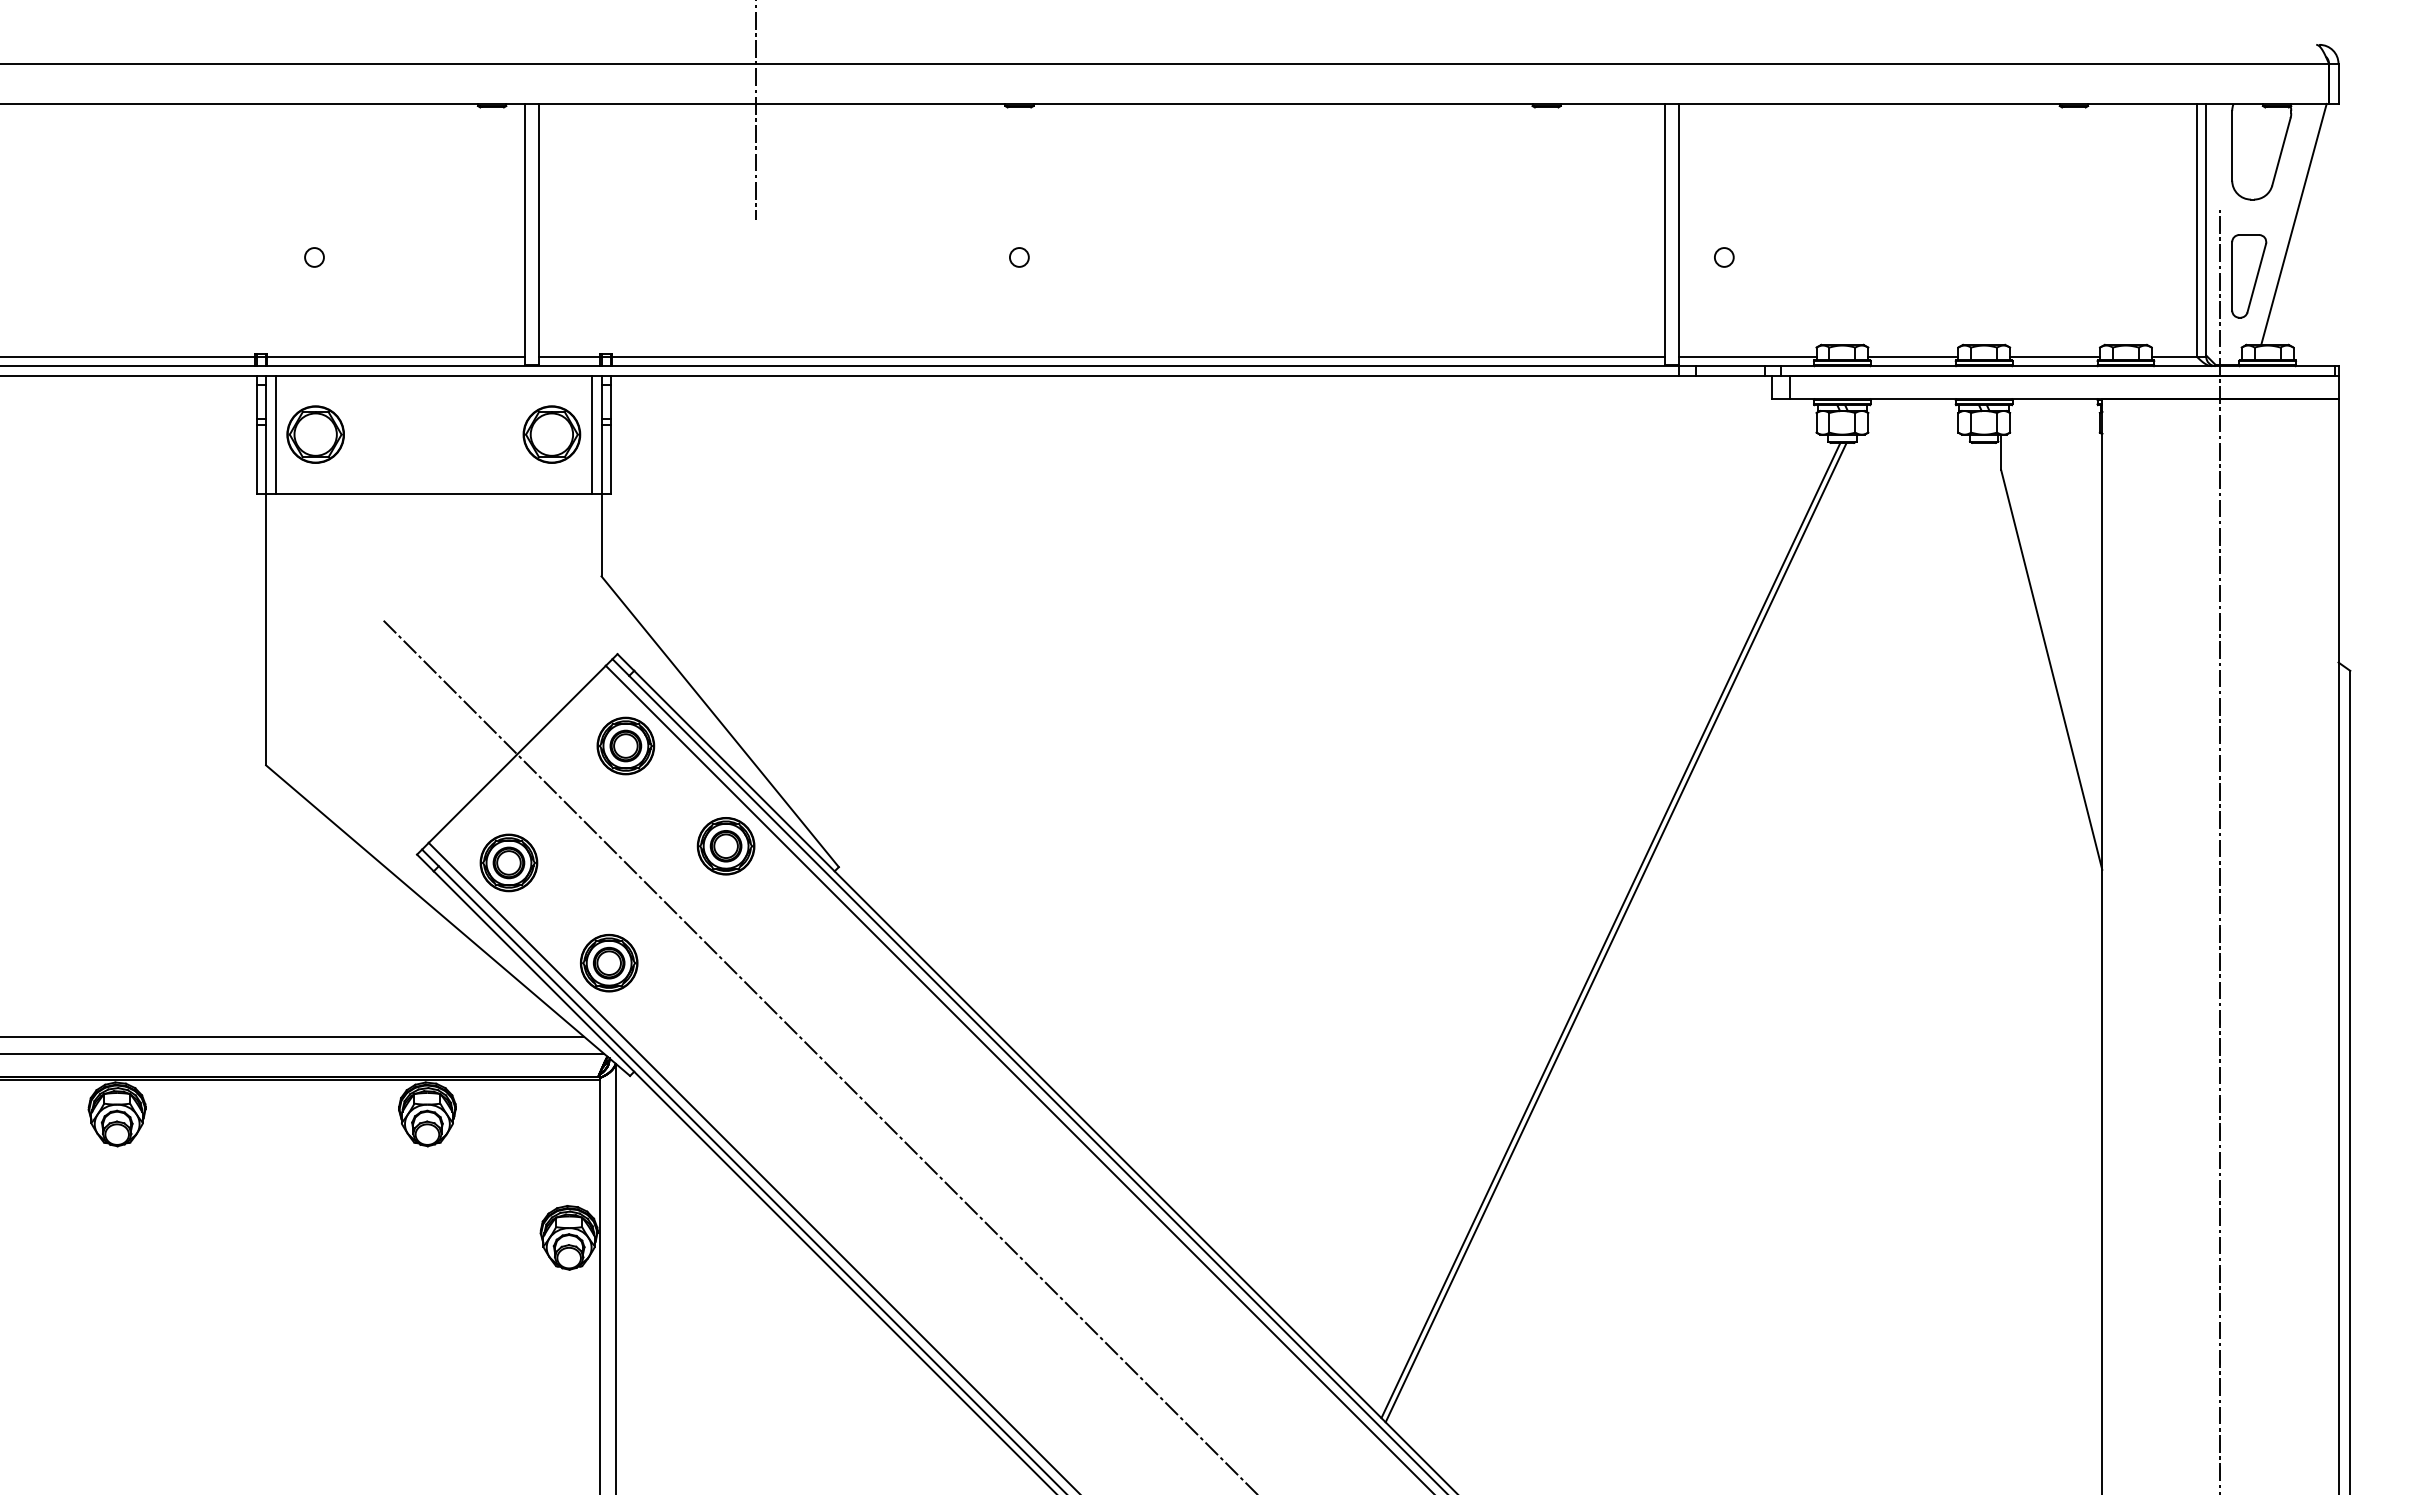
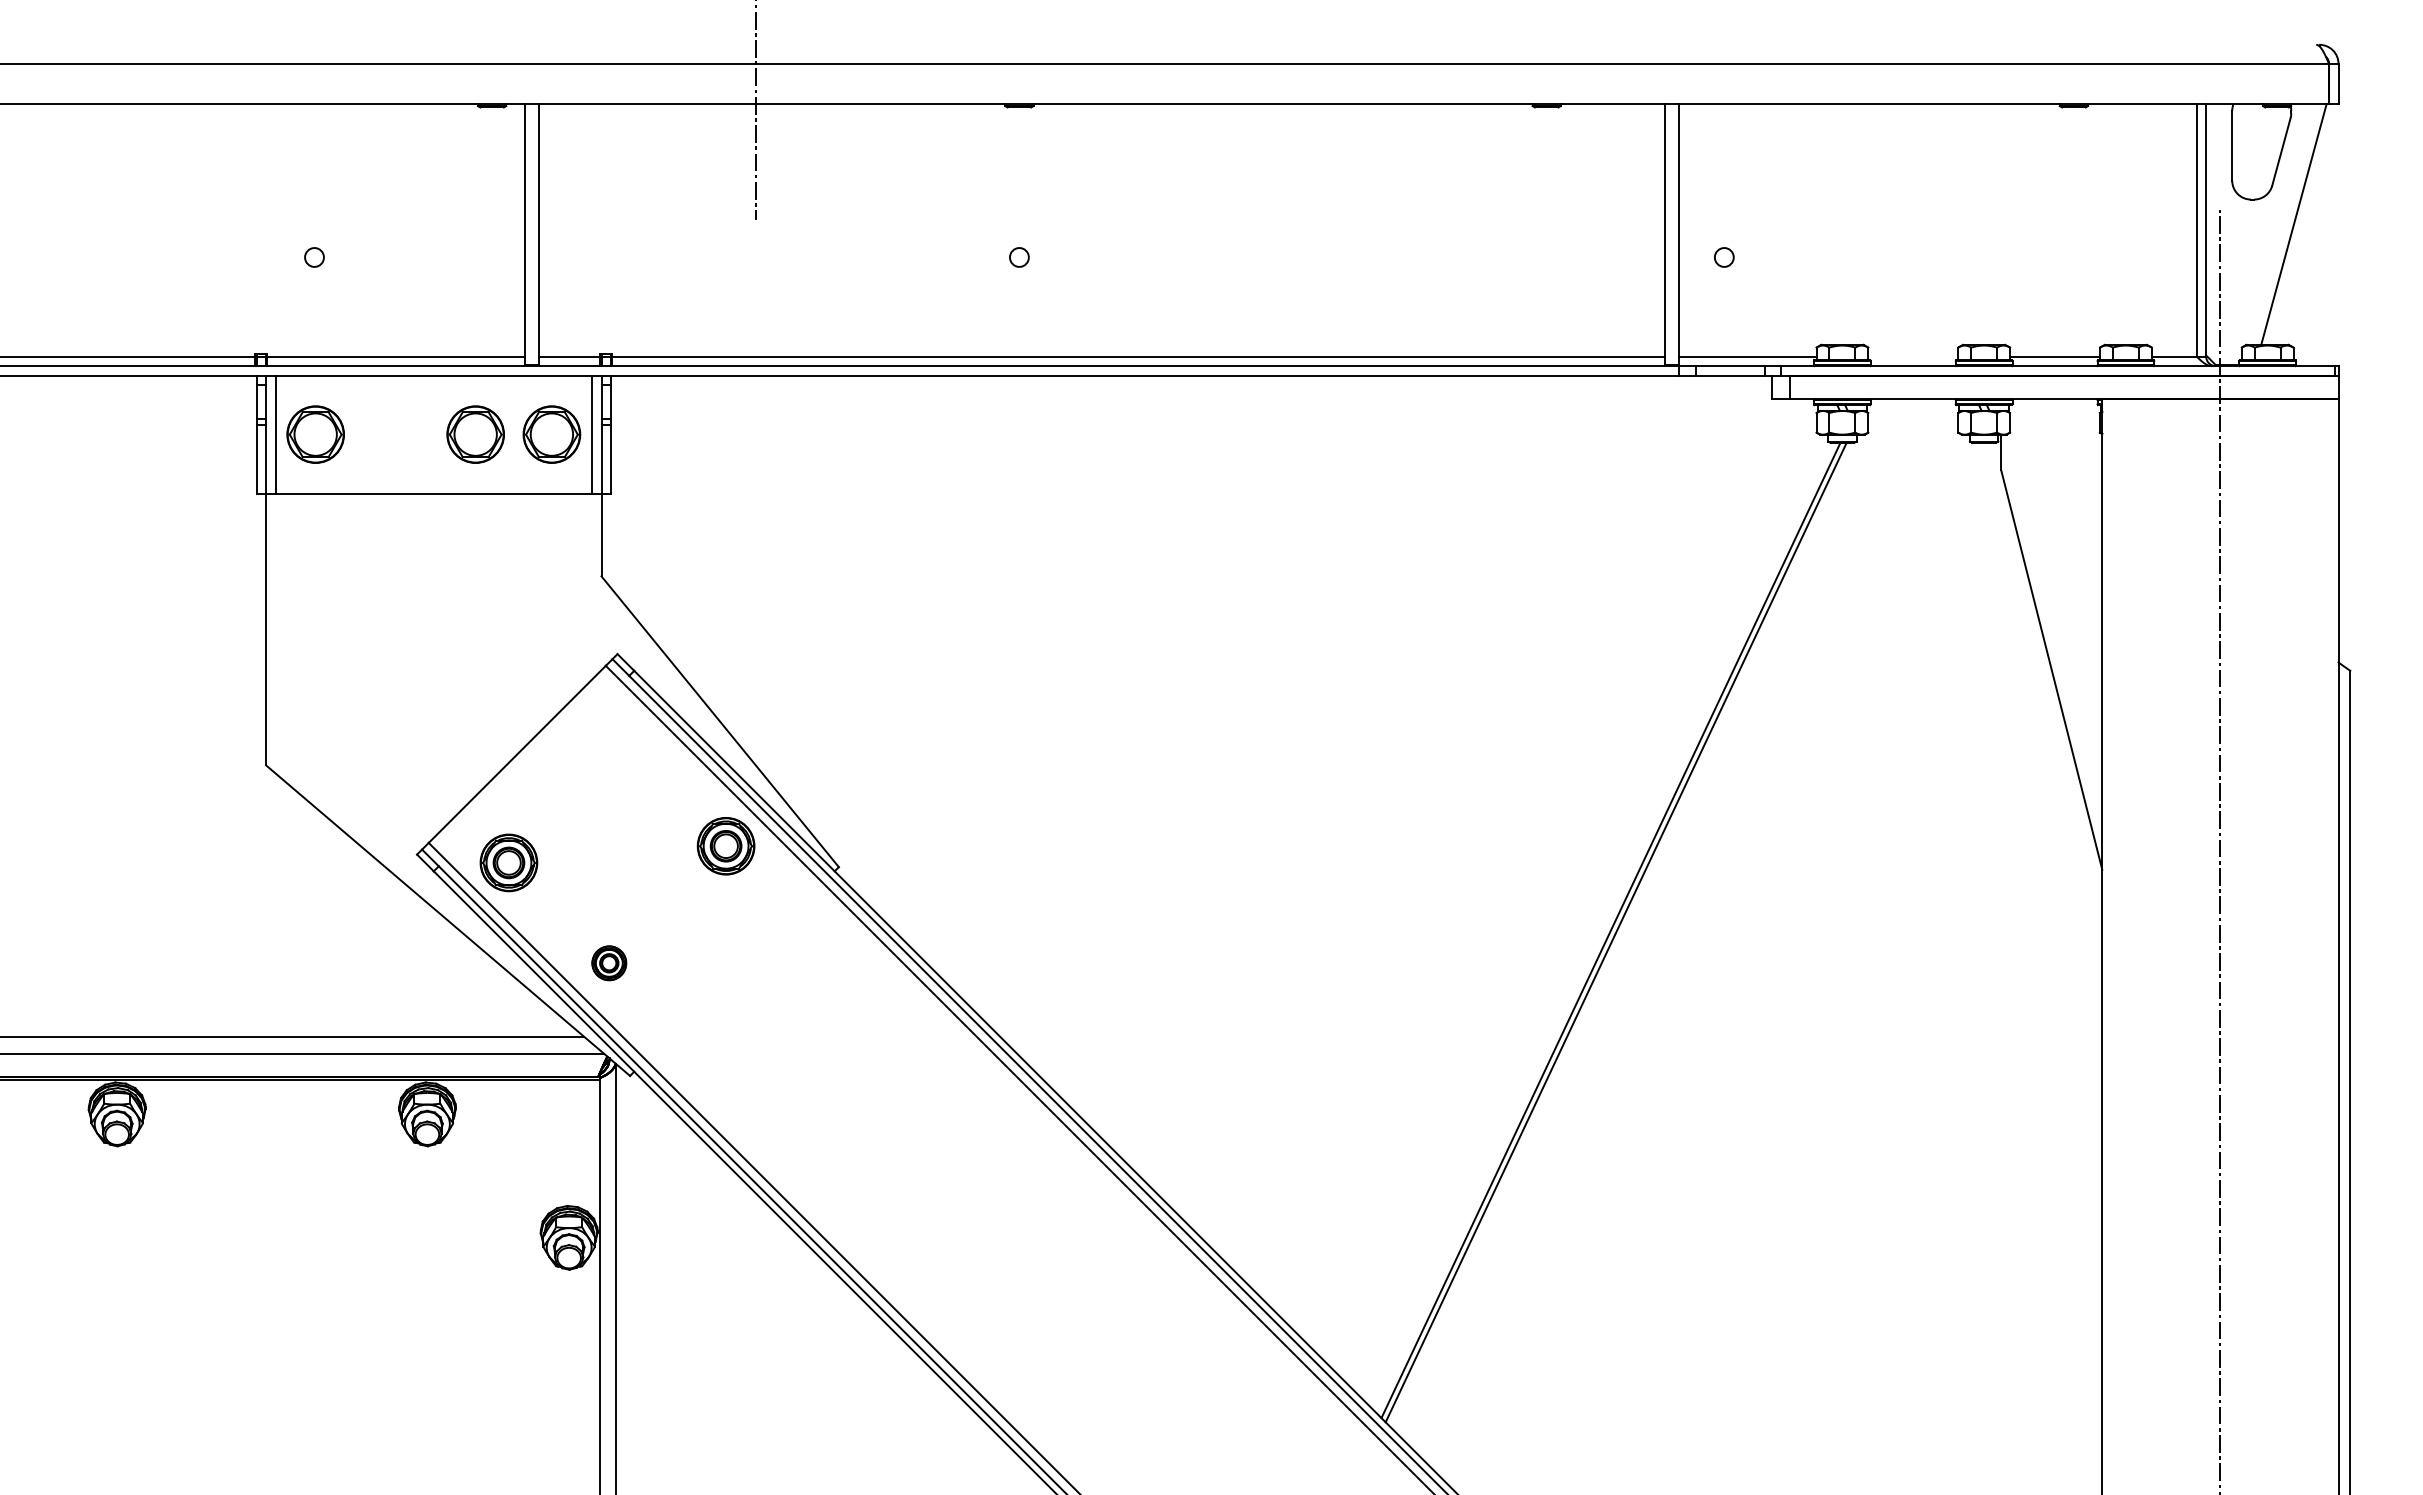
part at (2249, 276): present -> none
line at (1913, 356): present -> none
part at (475, 434): none -> present
part at (625, 745): present -> none
part at (609, 963) size: 59x59 px -> 37x37 px
line at (818, 1055): present -> none
